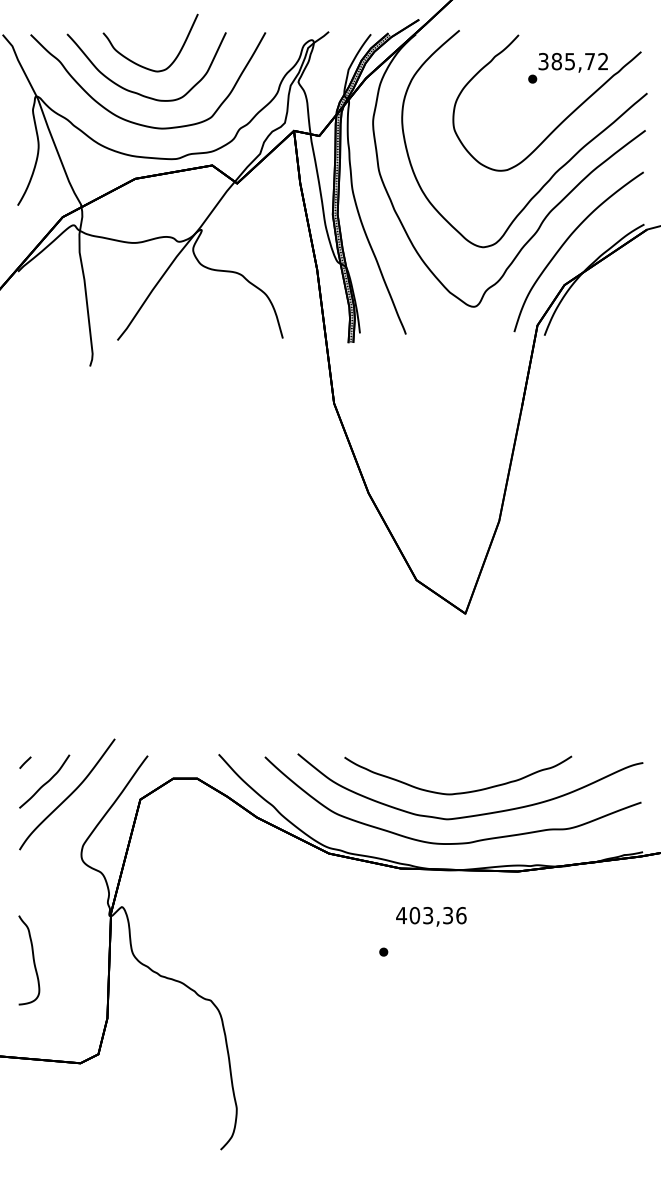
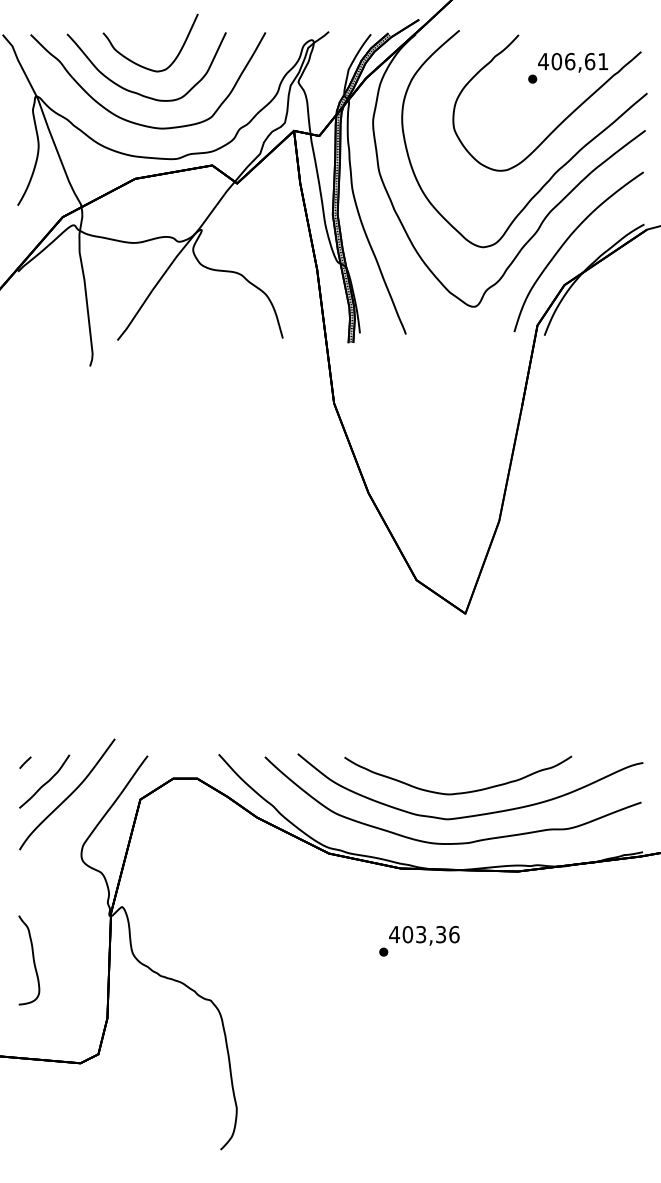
text at (573, 61): 385,72 -> 406,61
text at (431, 916) position: (431, 916) -> (424, 935)
